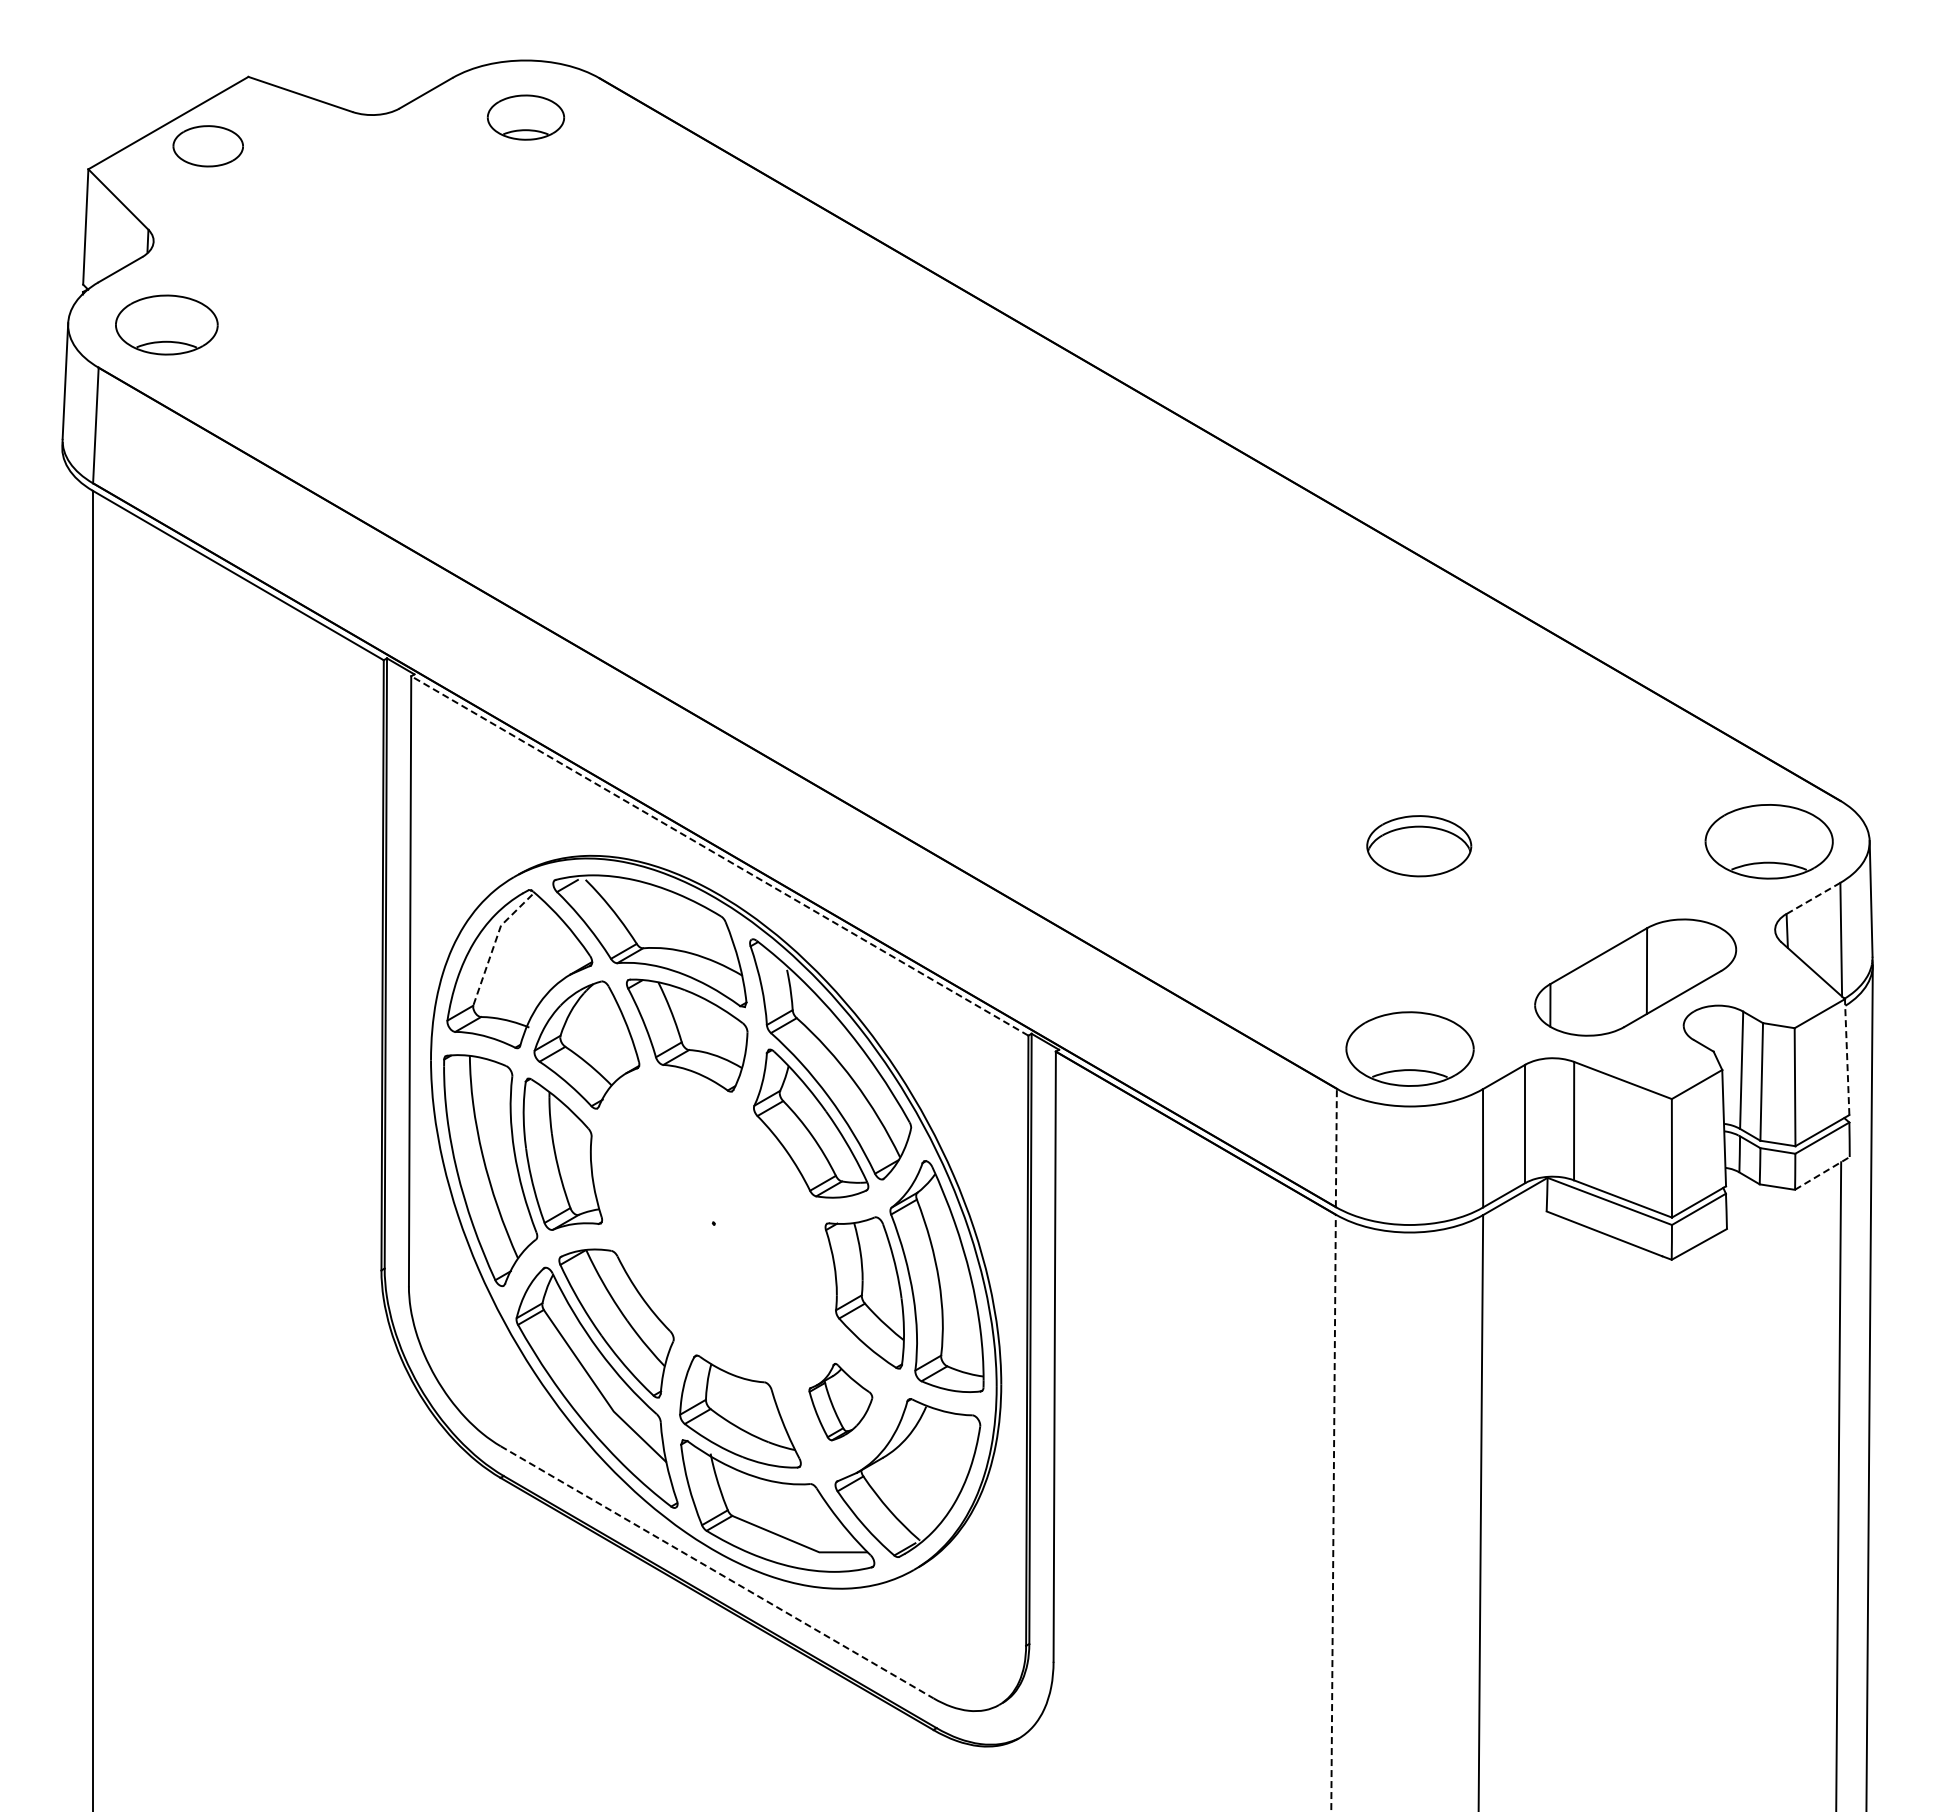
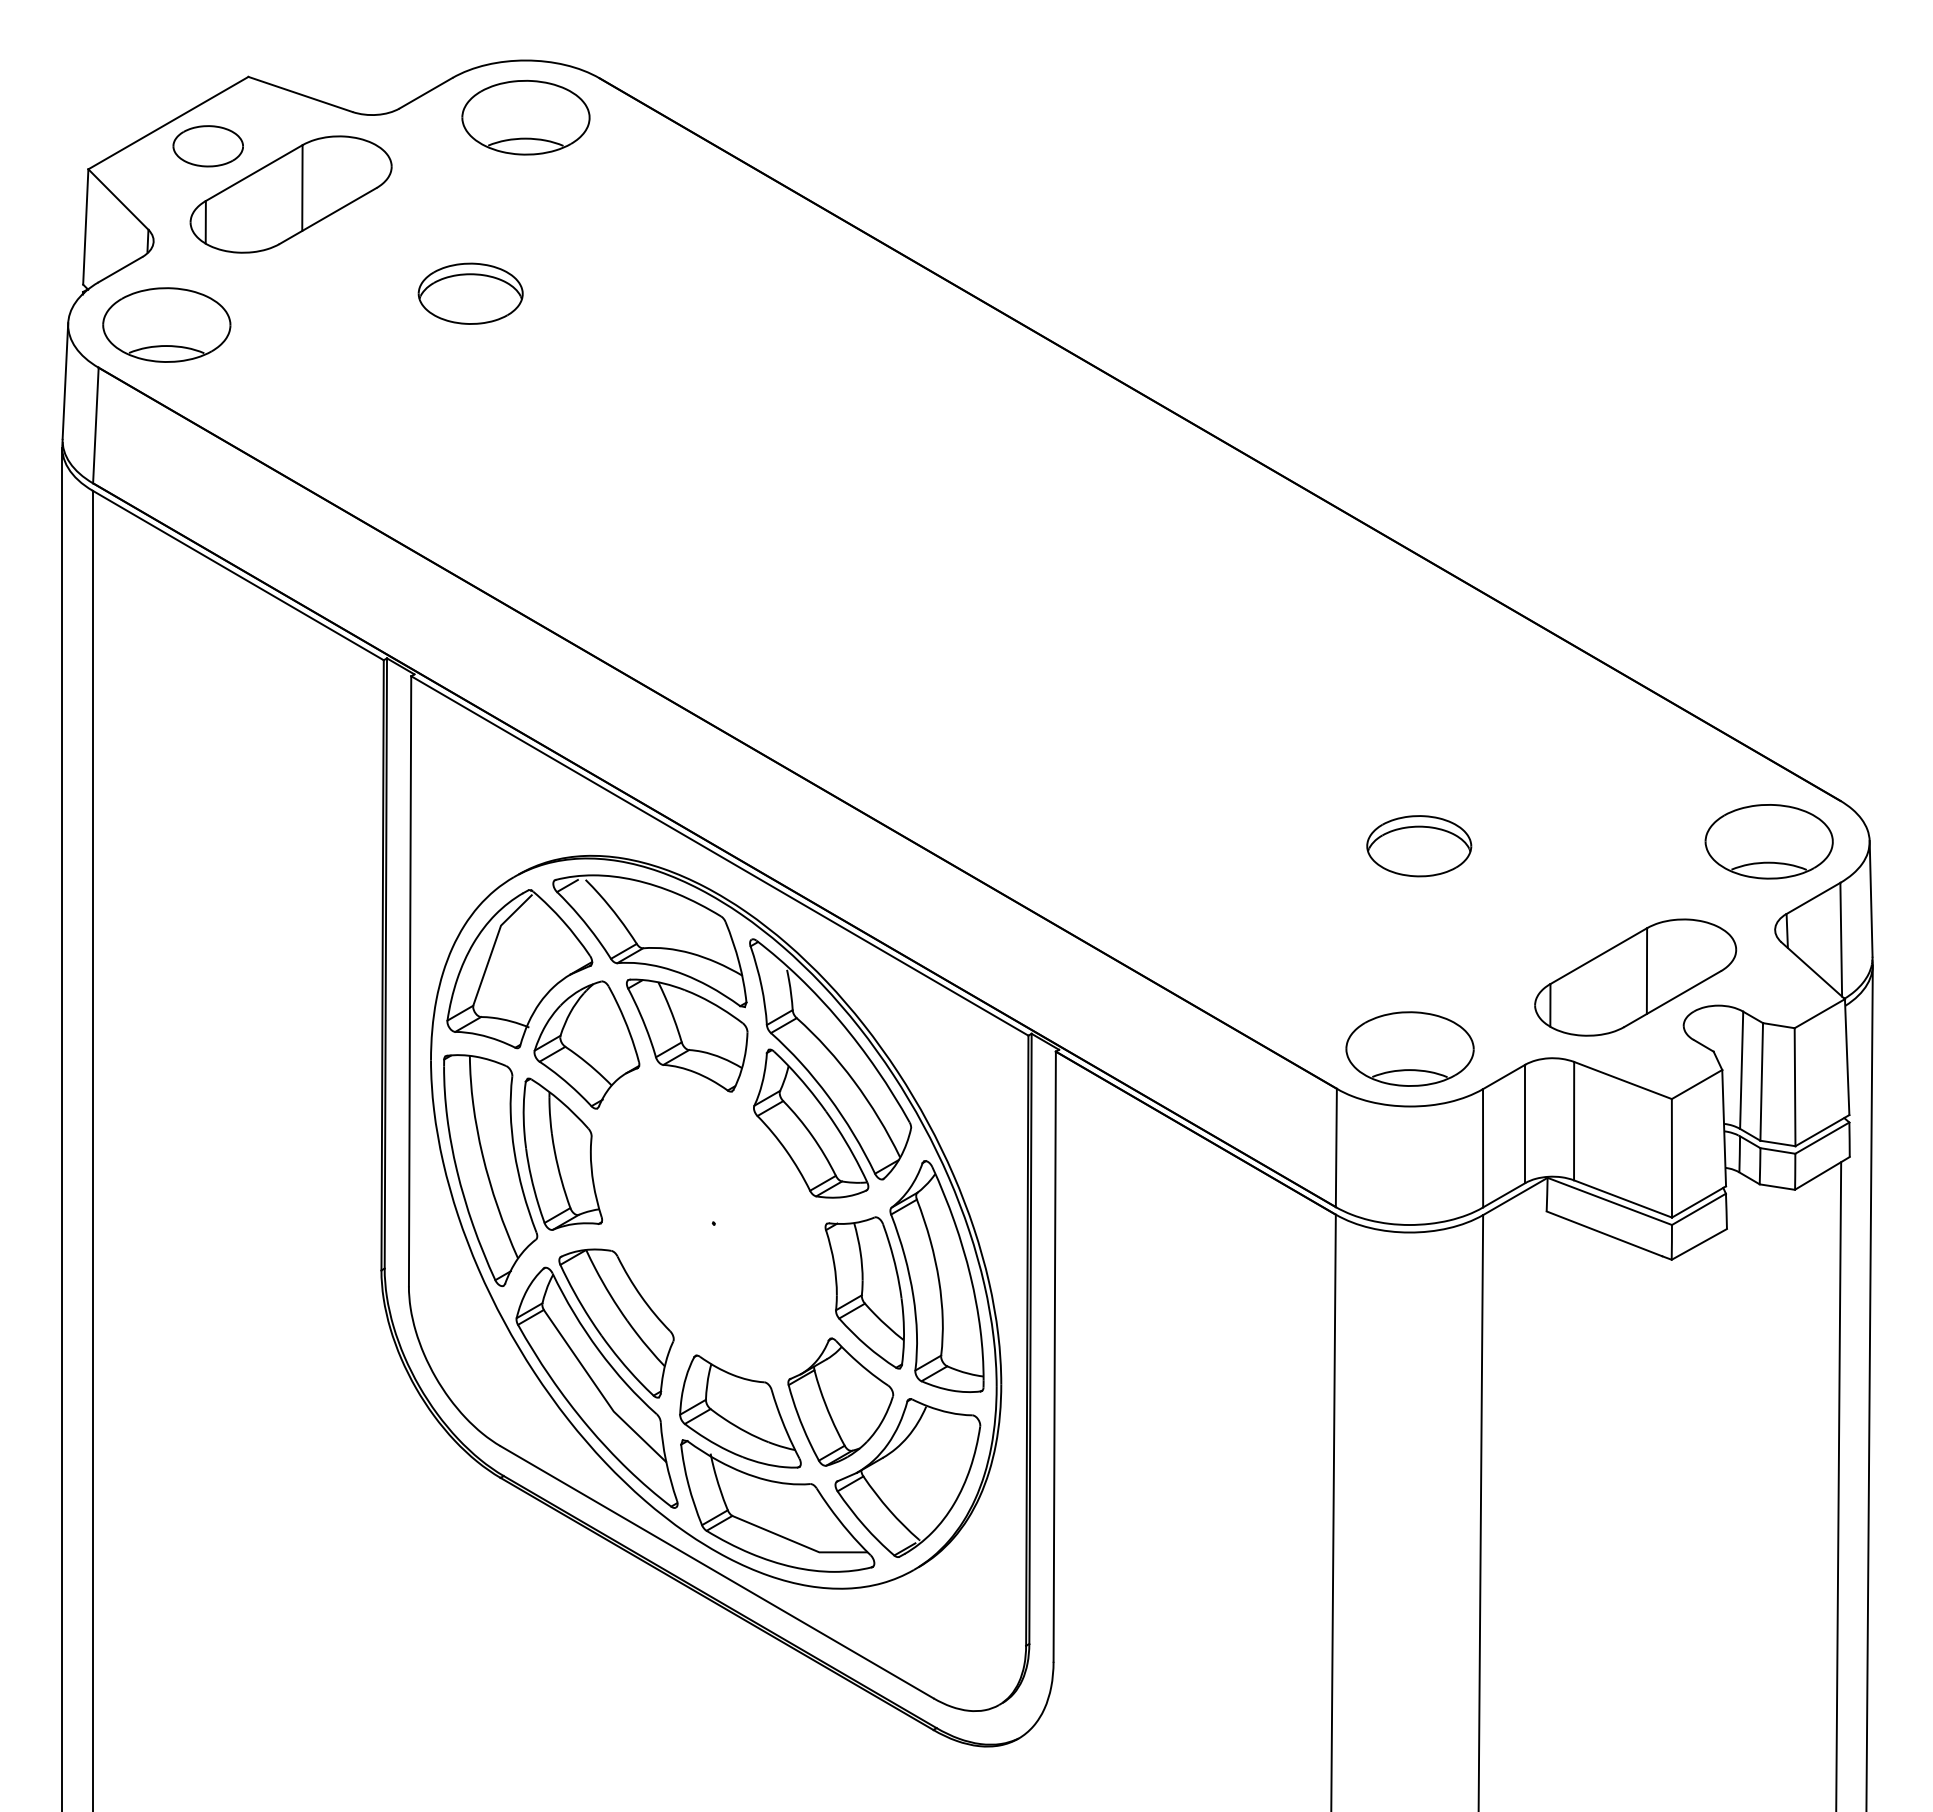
part at (525, 117) size: 79x47 px -> 130x77 px
part at (290, 194): none -> present
part at (470, 293): none -> present
part at (166, 324) size: 104x62 px -> 130x76 px
line at (719, 855): dashed -> solid
line at (1813, 898): dashed -> solid
line at (494, 944): dashed -> solid
line at (1847, 1057): dashed -> solid
line at (62, 1127): none -> present
line at (1336, 1147): dashed -> solid
line at (1822, 1173): dashed -> solid
part at (840, 1401) size: 66x80 px -> 108x130 px
line at (1333, 1512): dashed -> solid
line at (717, 1572): dashed -> solid
